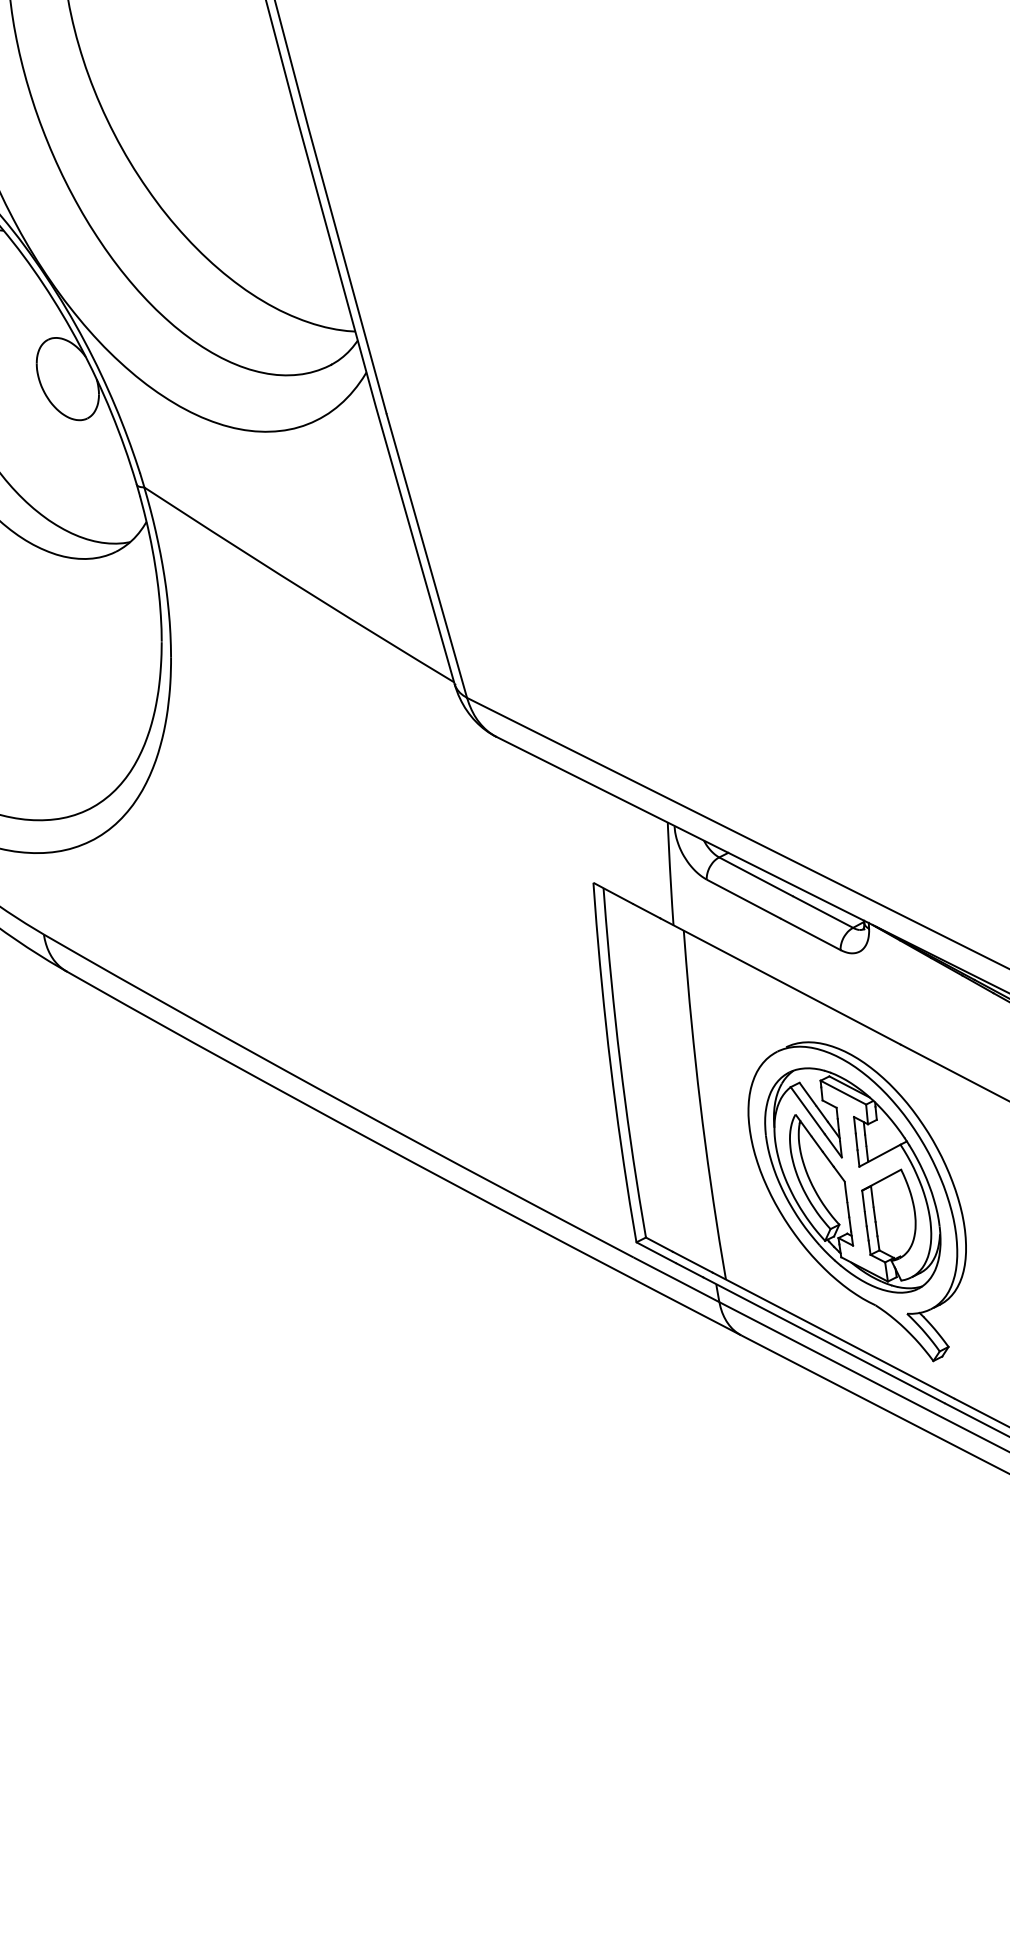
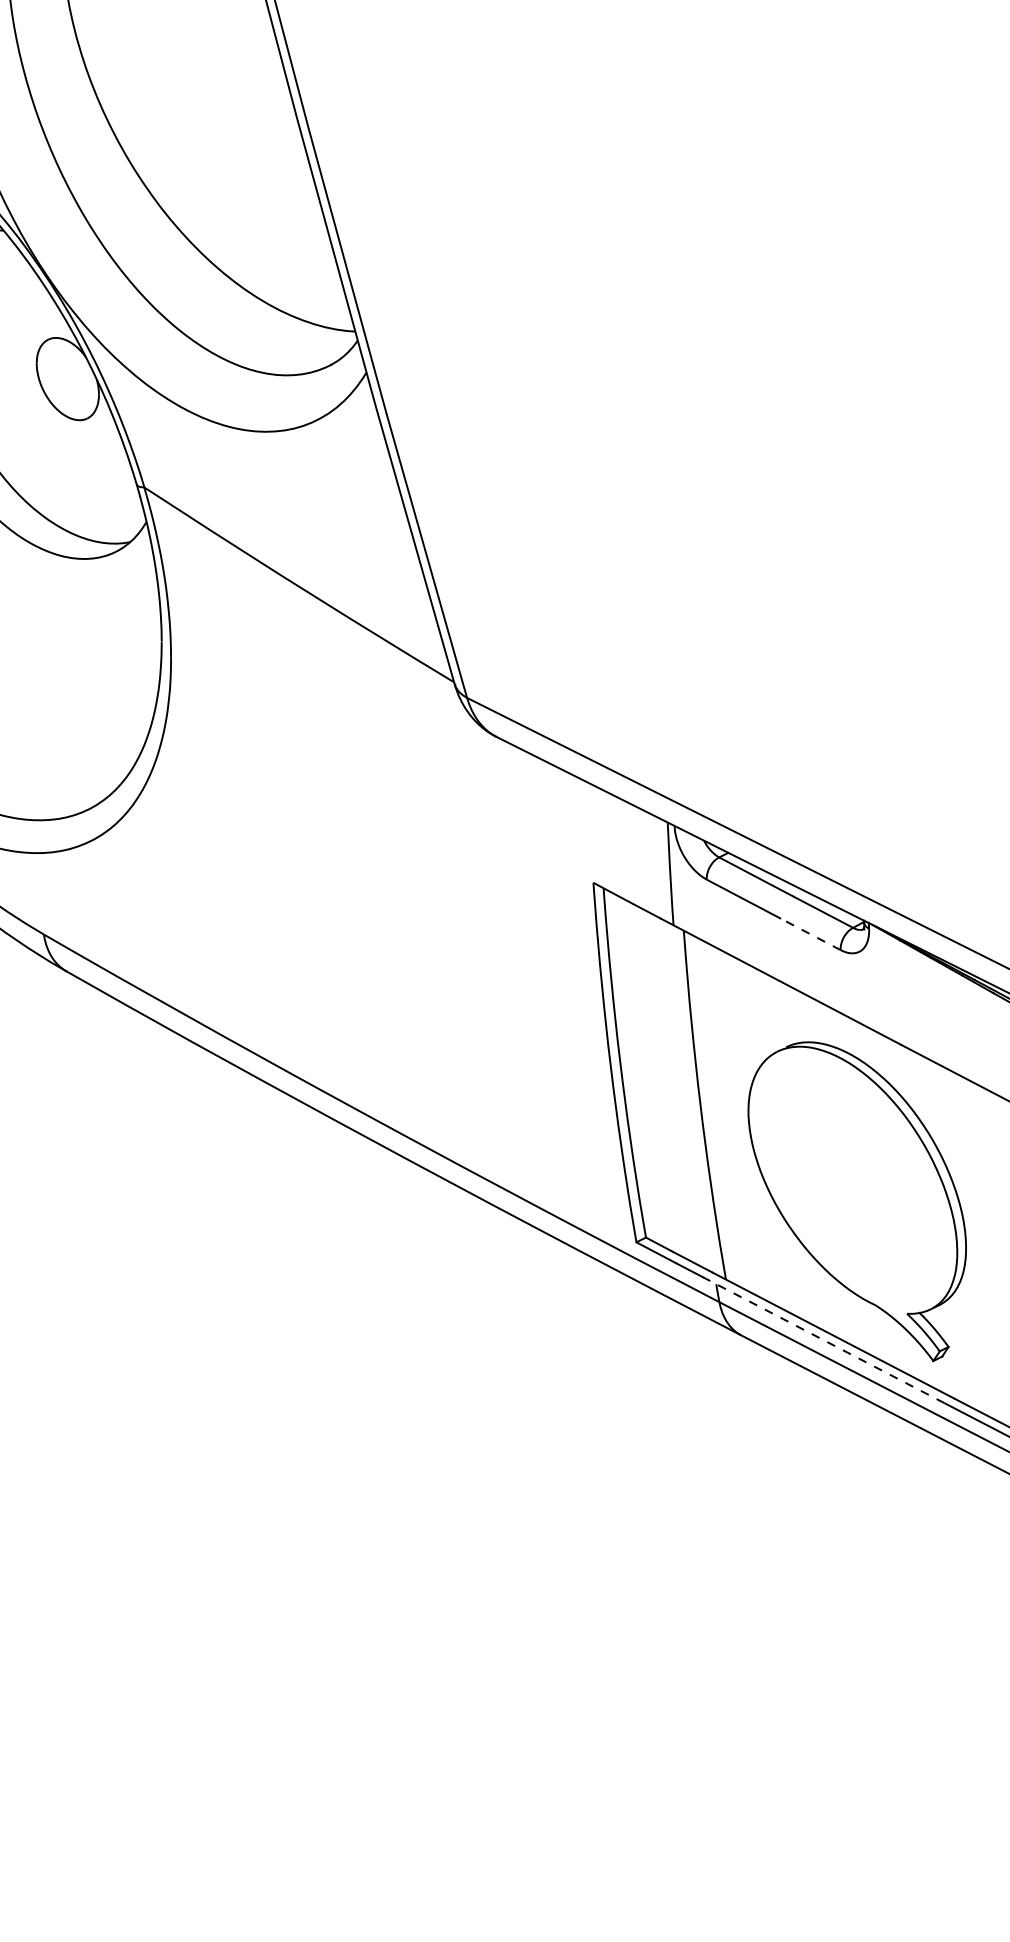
line at (810, 934): solid -> dashed
part at (852, 1180): present -> none
line at (823, 1340): solid -> dashed
